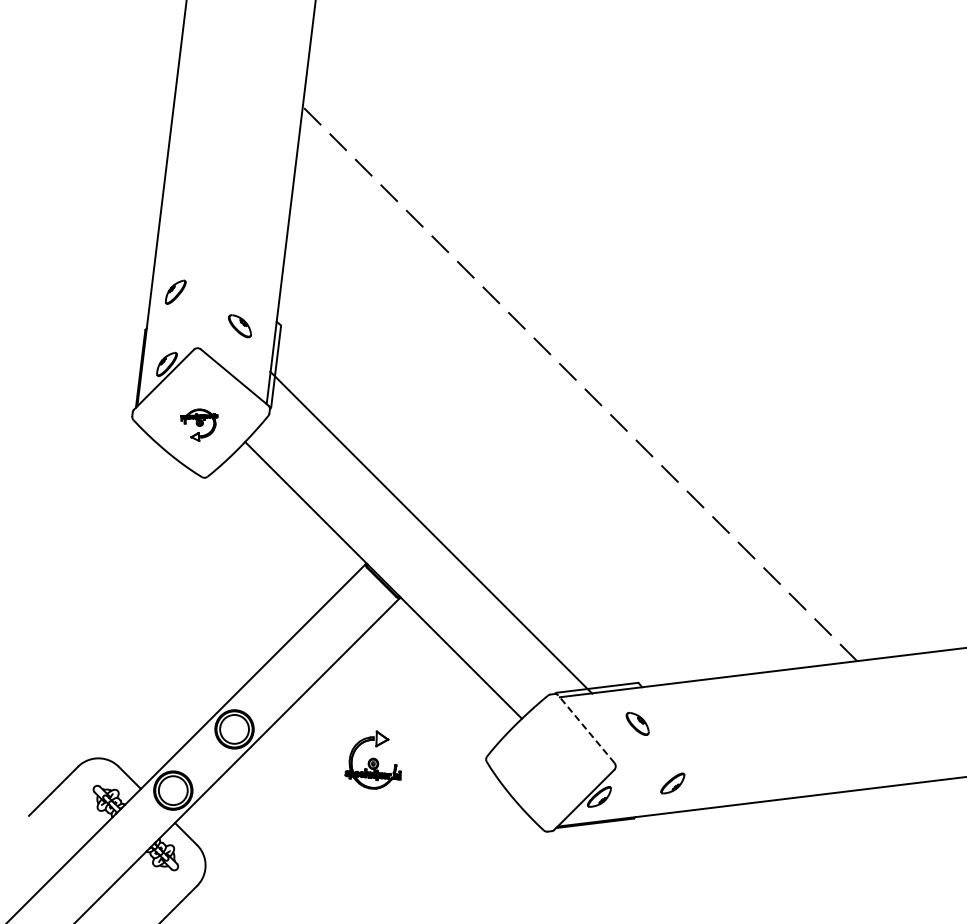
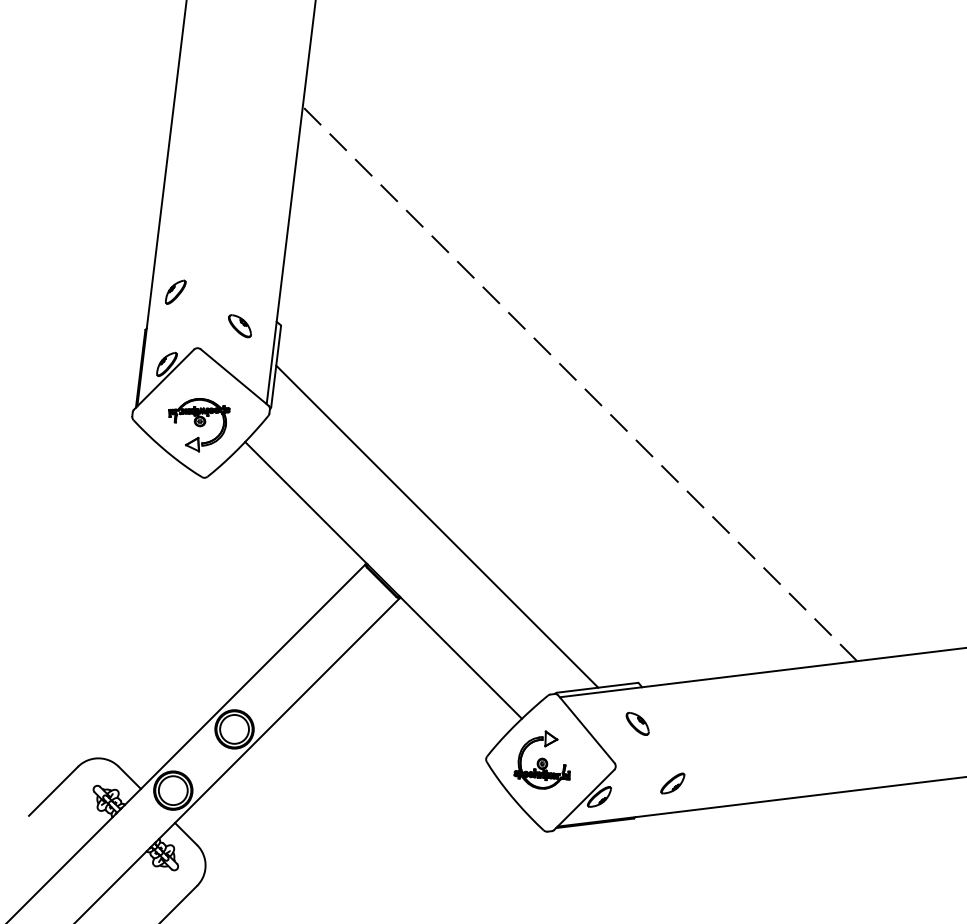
part at (199, 424) size: 39x34 px -> 63x55 px
line at (431, 532) position: (431, 532) -> (437, 526)
line at (586, 729): dashed -> solid
part at (372, 759) position: (372, 759) -> (541, 759)
